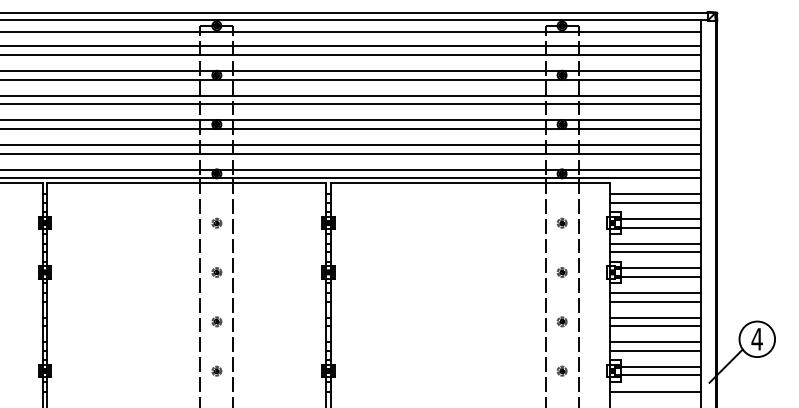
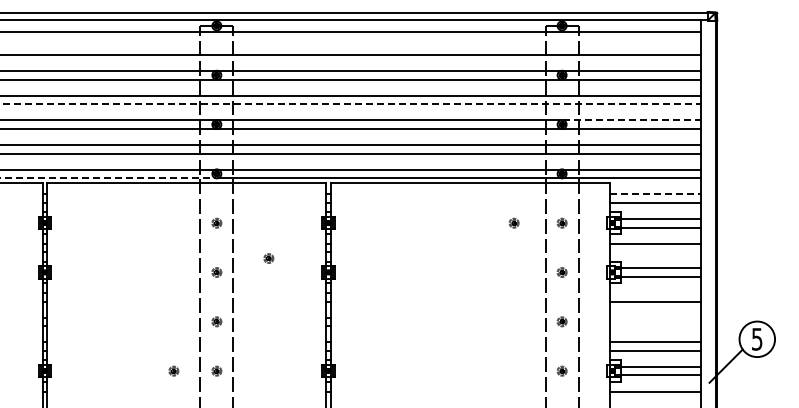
line at (351, 46): present -> none
line at (351, 104): solid -> dashed
line at (632, 120): solid -> dashed
line at (108, 178): solid -> dashed
line at (656, 194): solid -> dashed
part at (513, 222): none -> present
line at (655, 252): present -> none
part at (268, 258): none -> present
line at (655, 292): present -> none
line at (655, 317): present -> none
line at (655, 326): present -> none
text at (756, 339): 4 -> 5
part at (173, 370): none -> present
